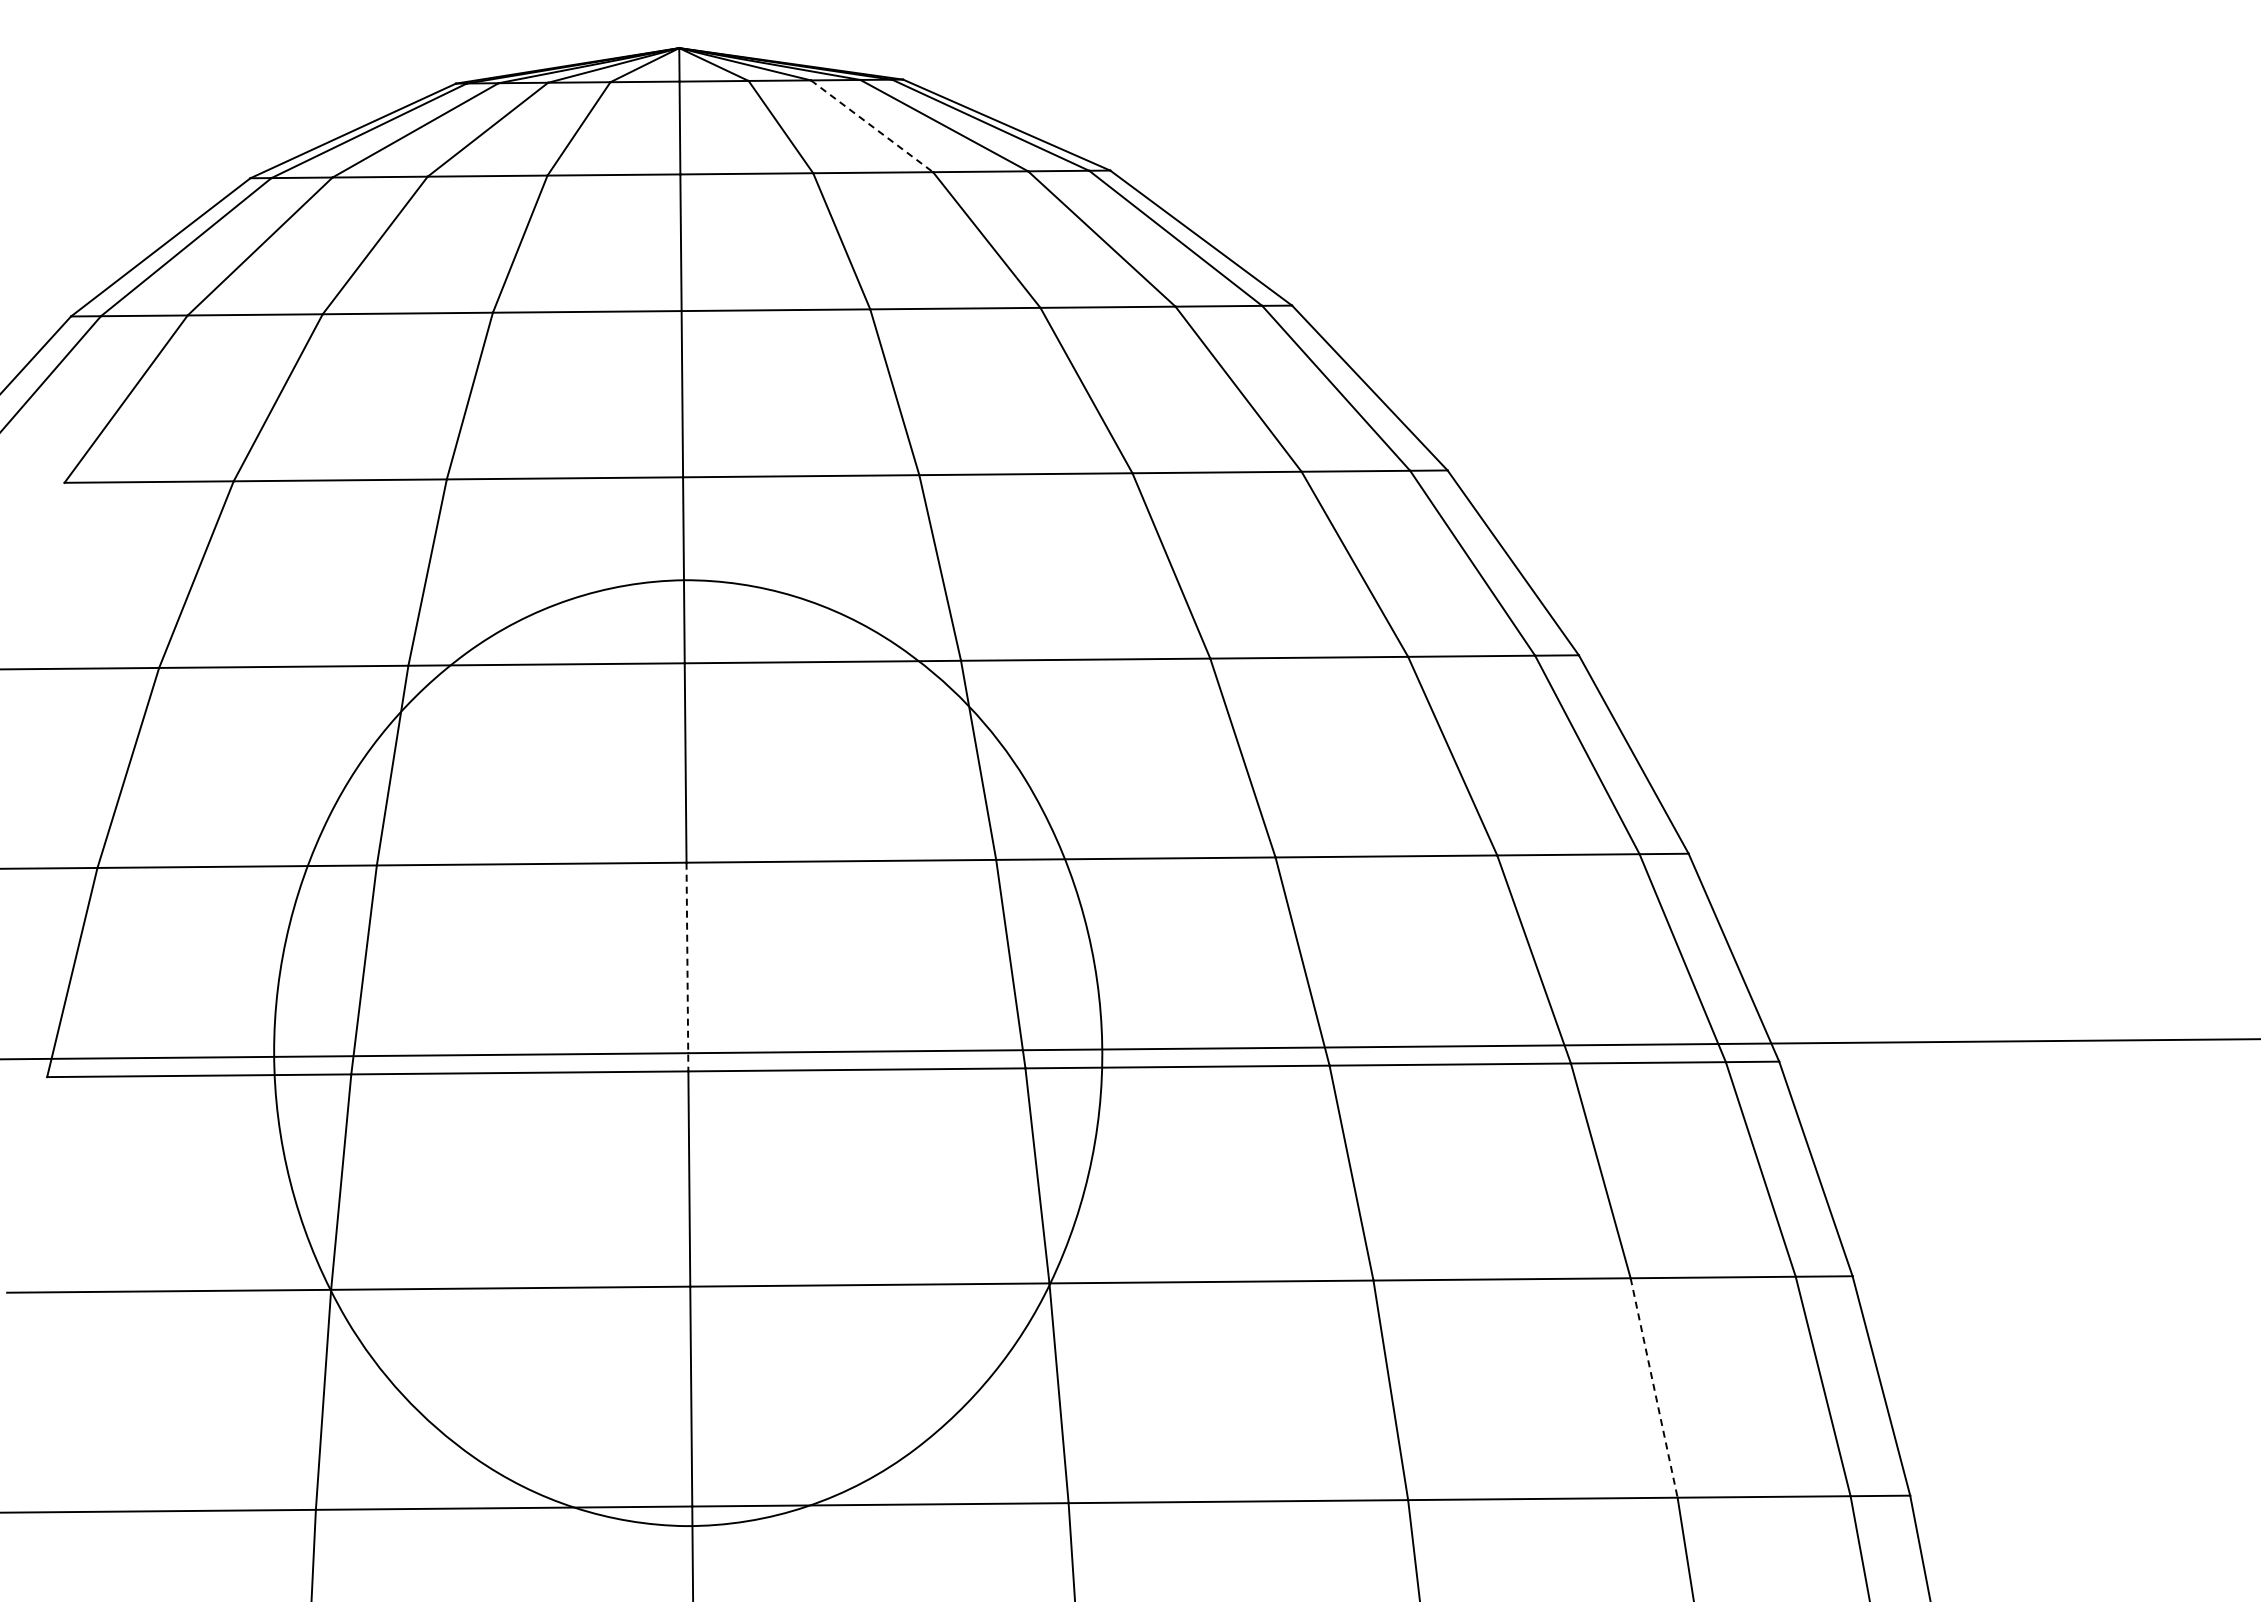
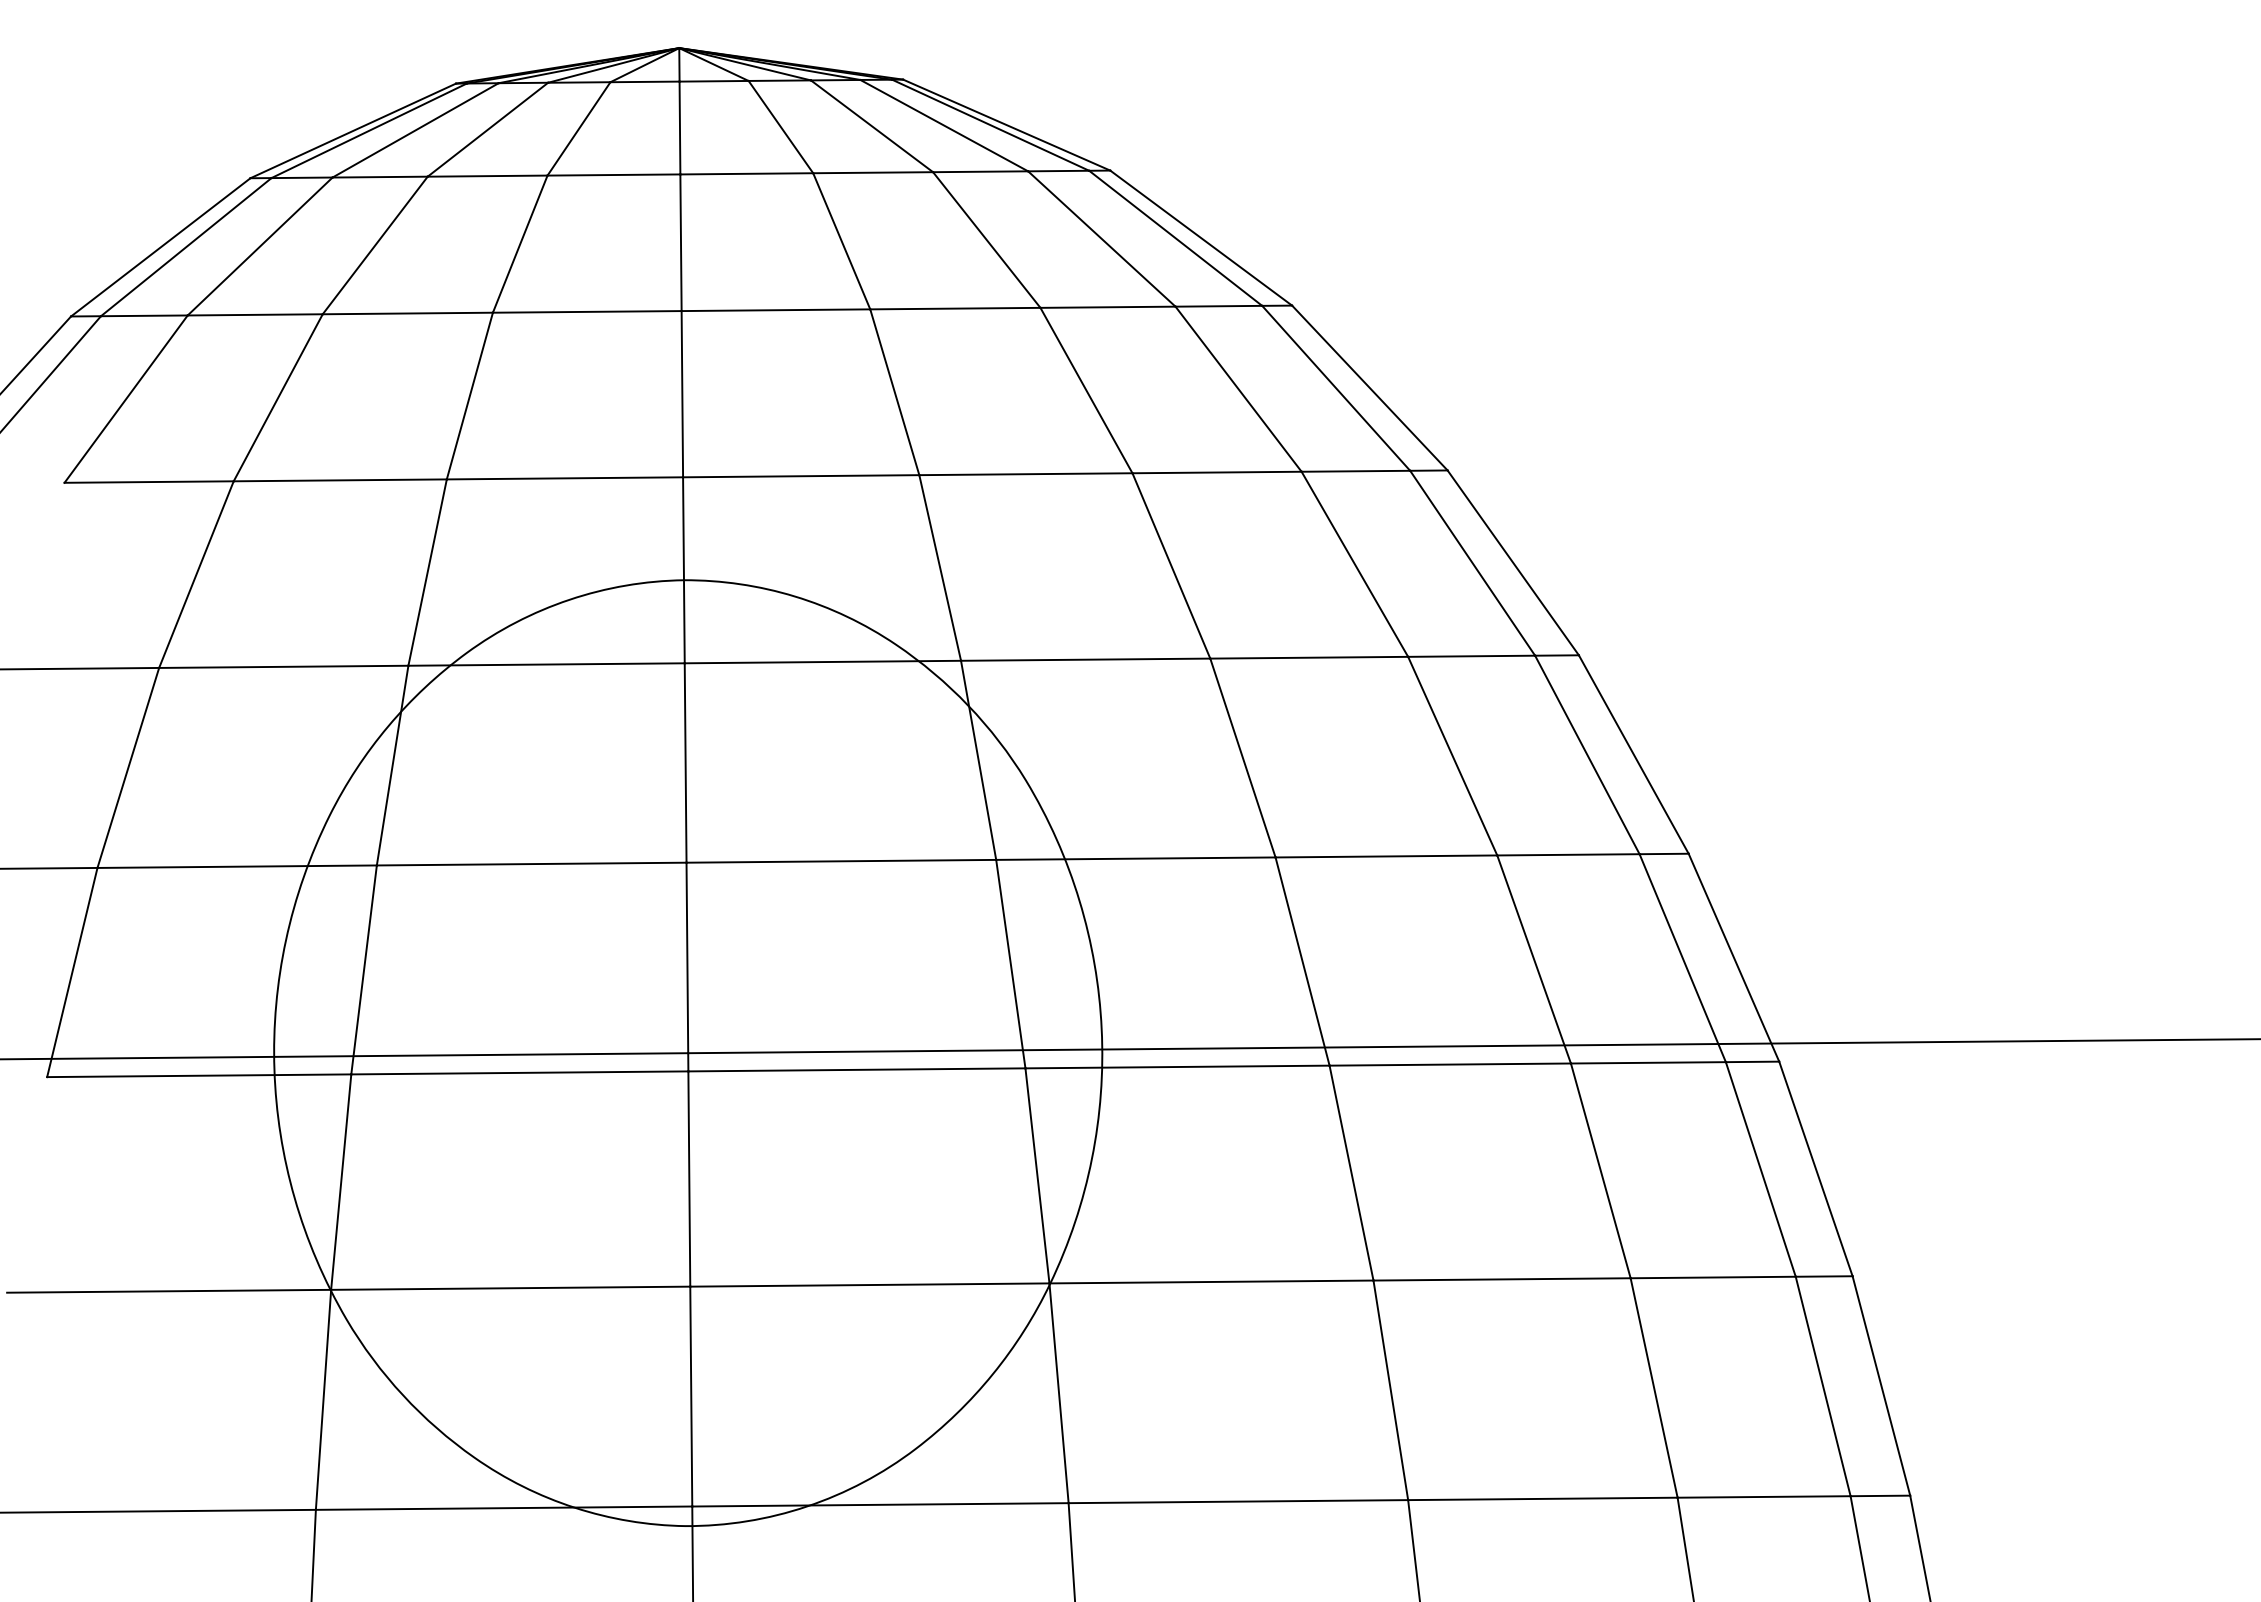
line at (872, 126): dashed -> solid
line at (687, 967): dashed -> solid
line at (1654, 1388): dashed -> solid
